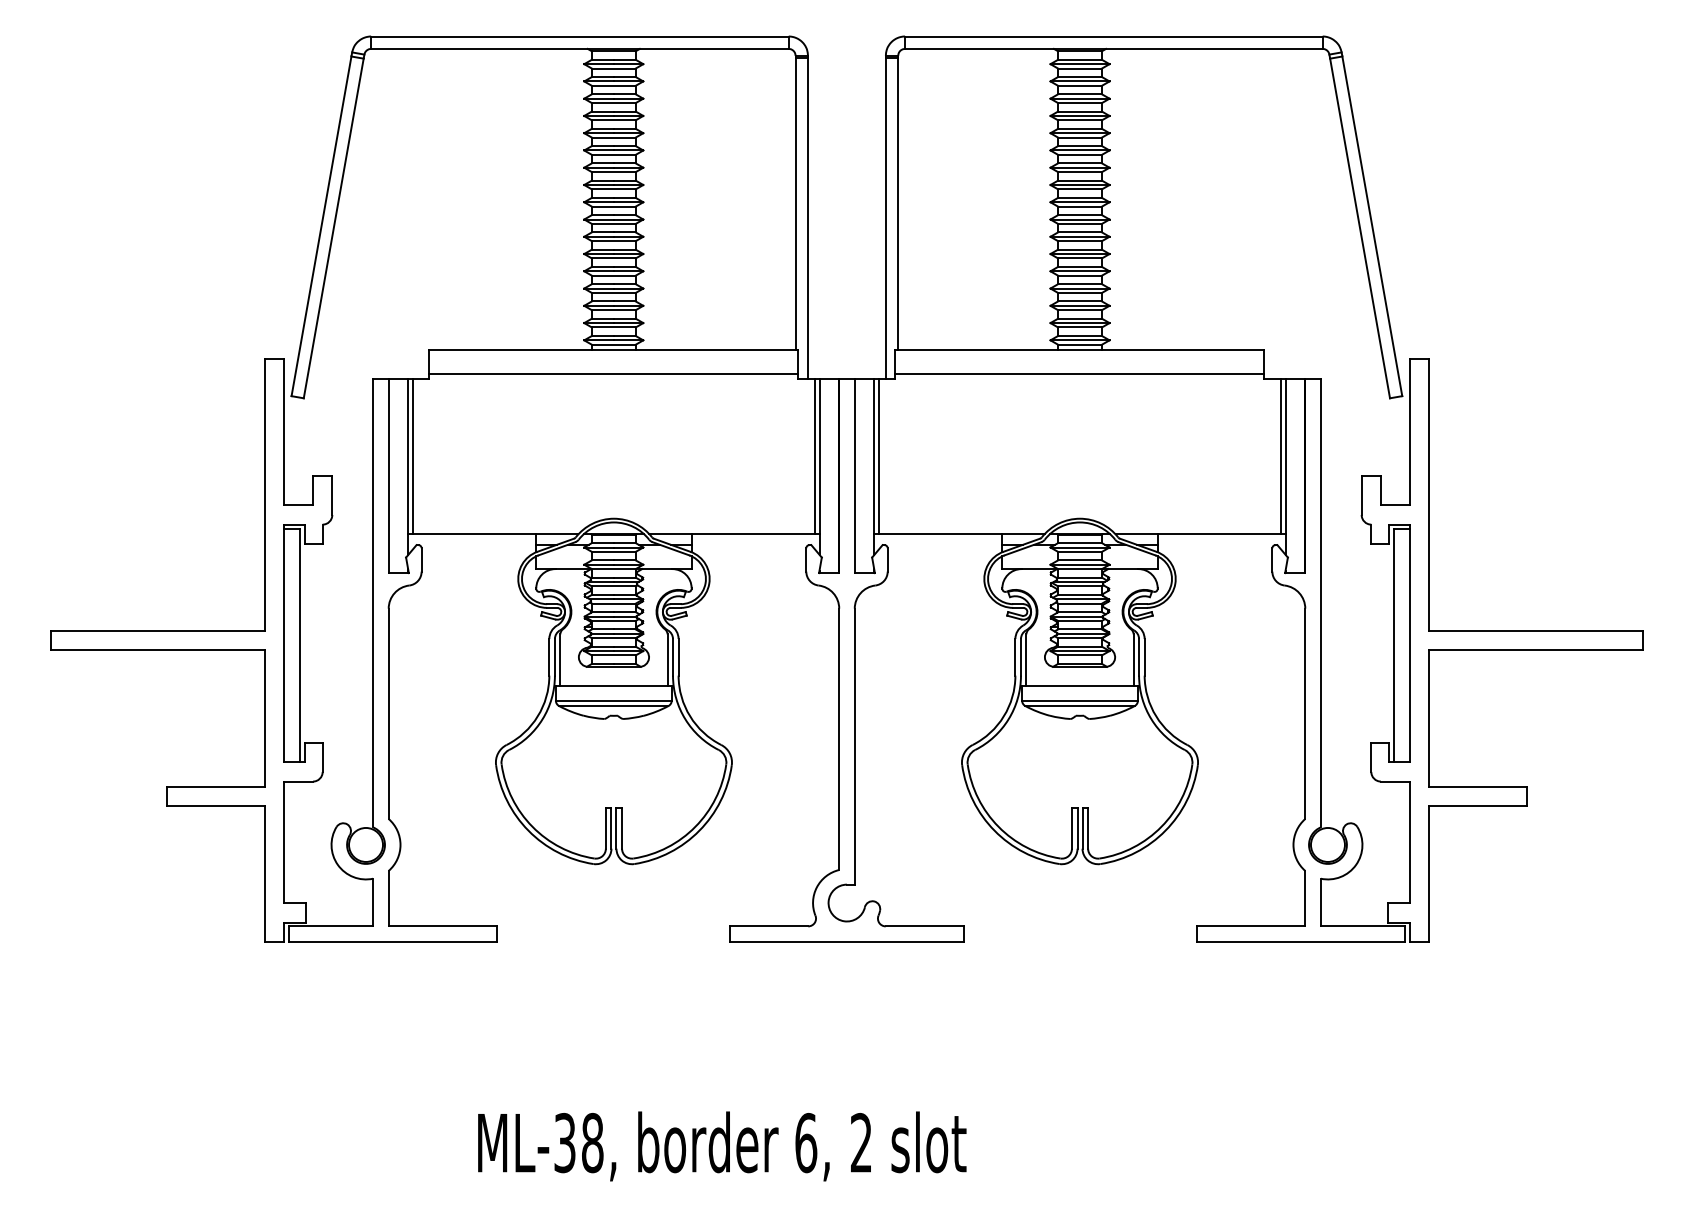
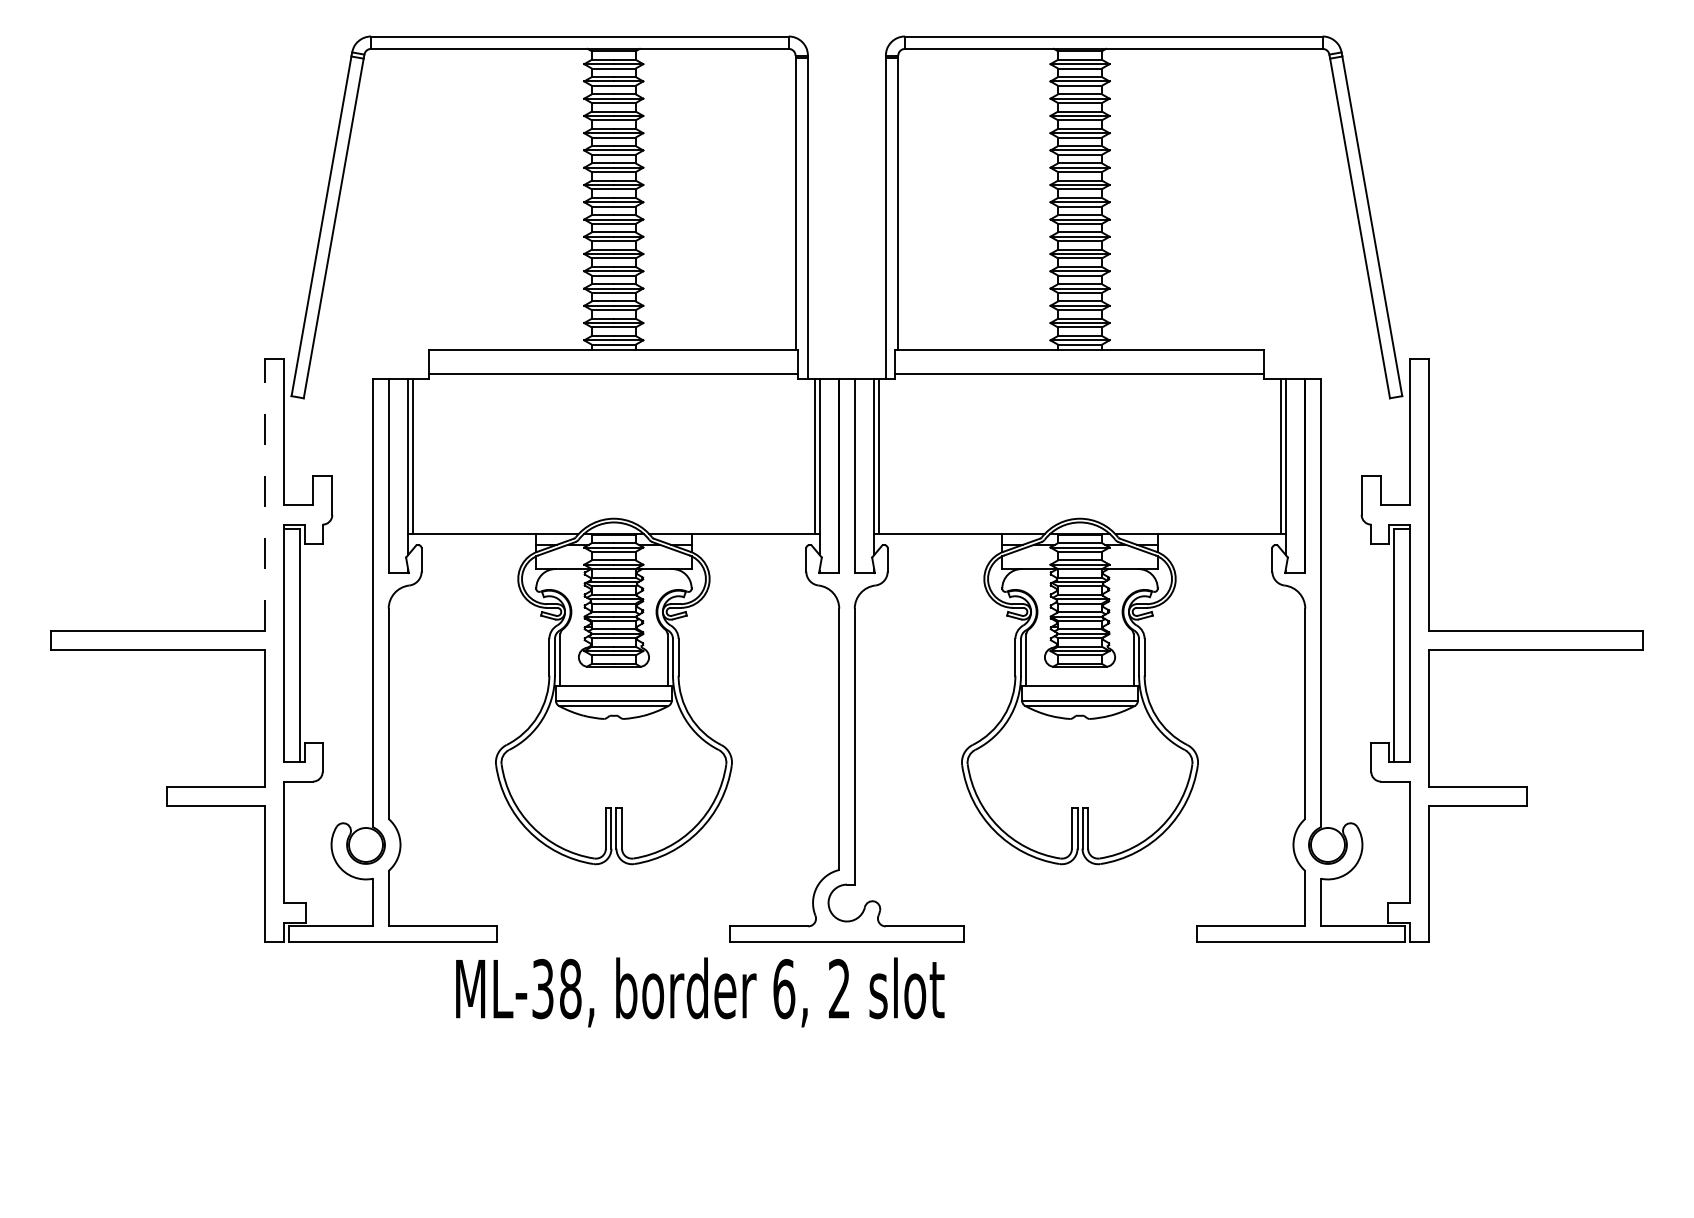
line at (264, 495): solid -> dashed
text at (722, 1146) position: (722, 1146) -> (700, 992)
